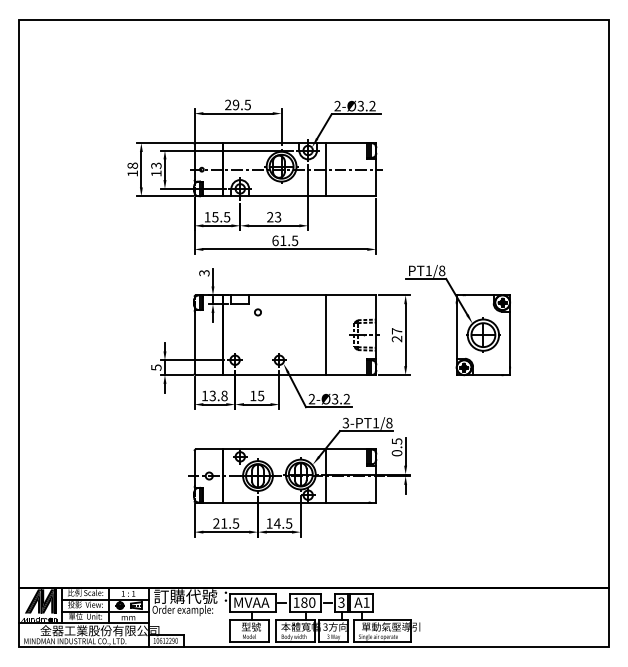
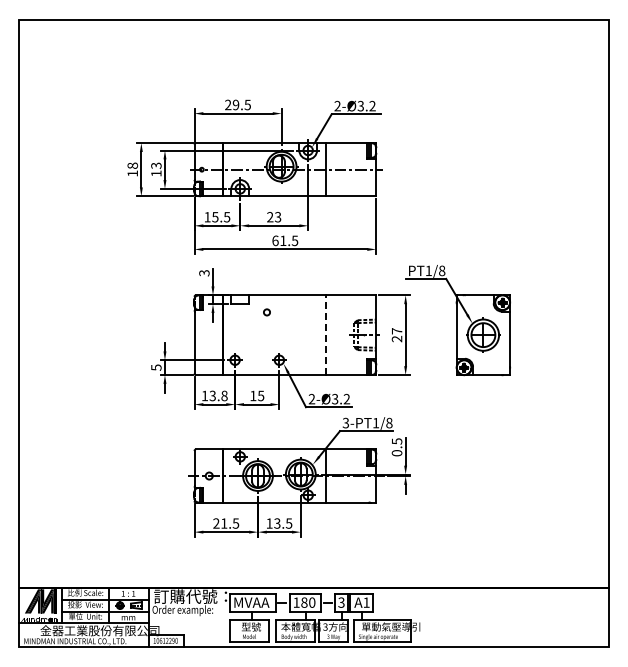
circle at (257, 312) position: (257, 312) -> (266, 312)
line at (325, 335): solid -> dashed
text at (276, 523): 14.5 -> 13.5
